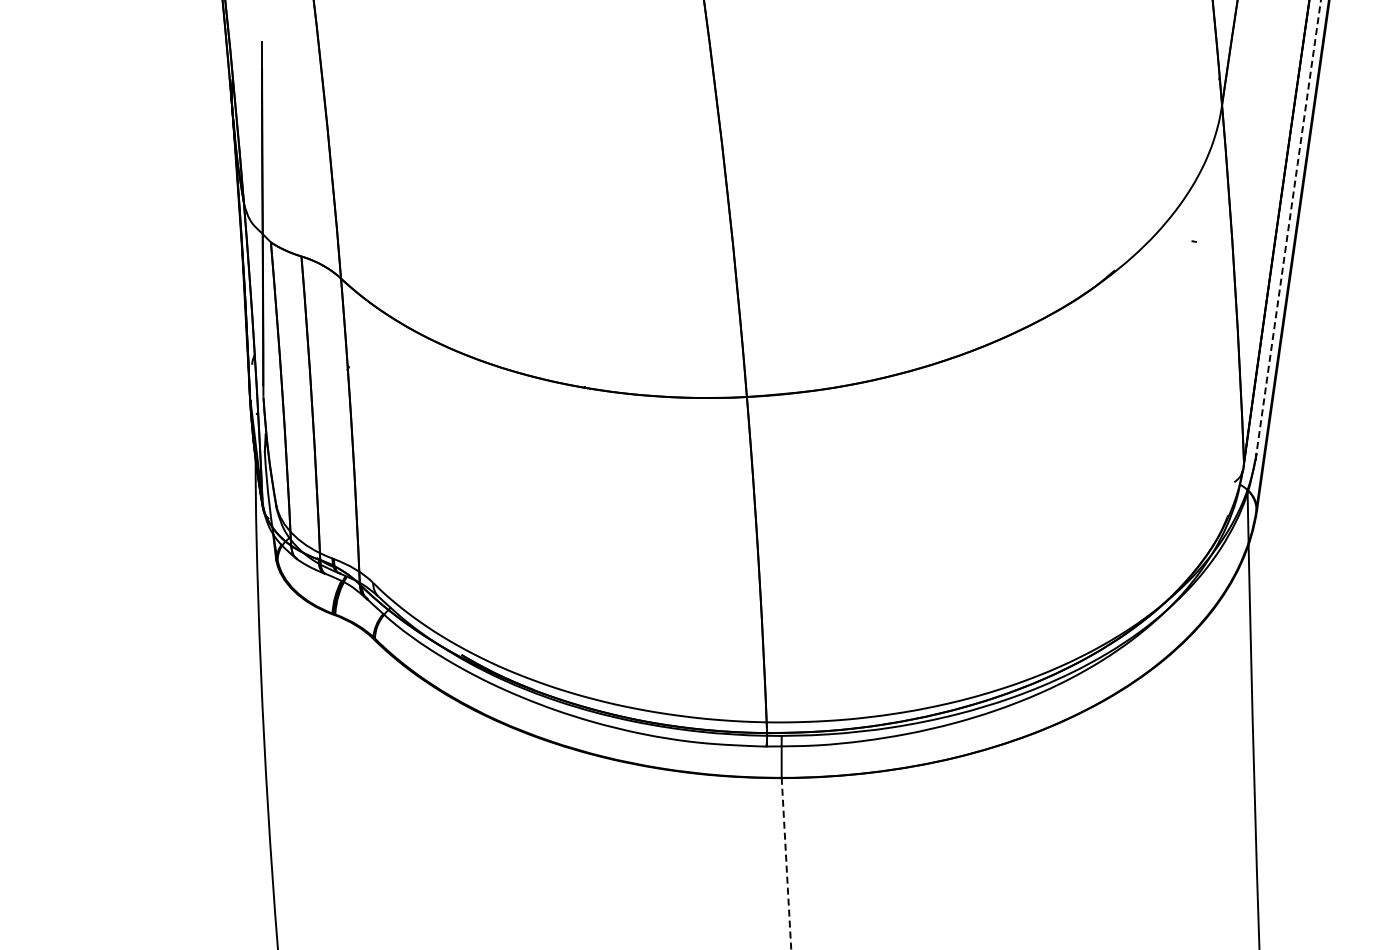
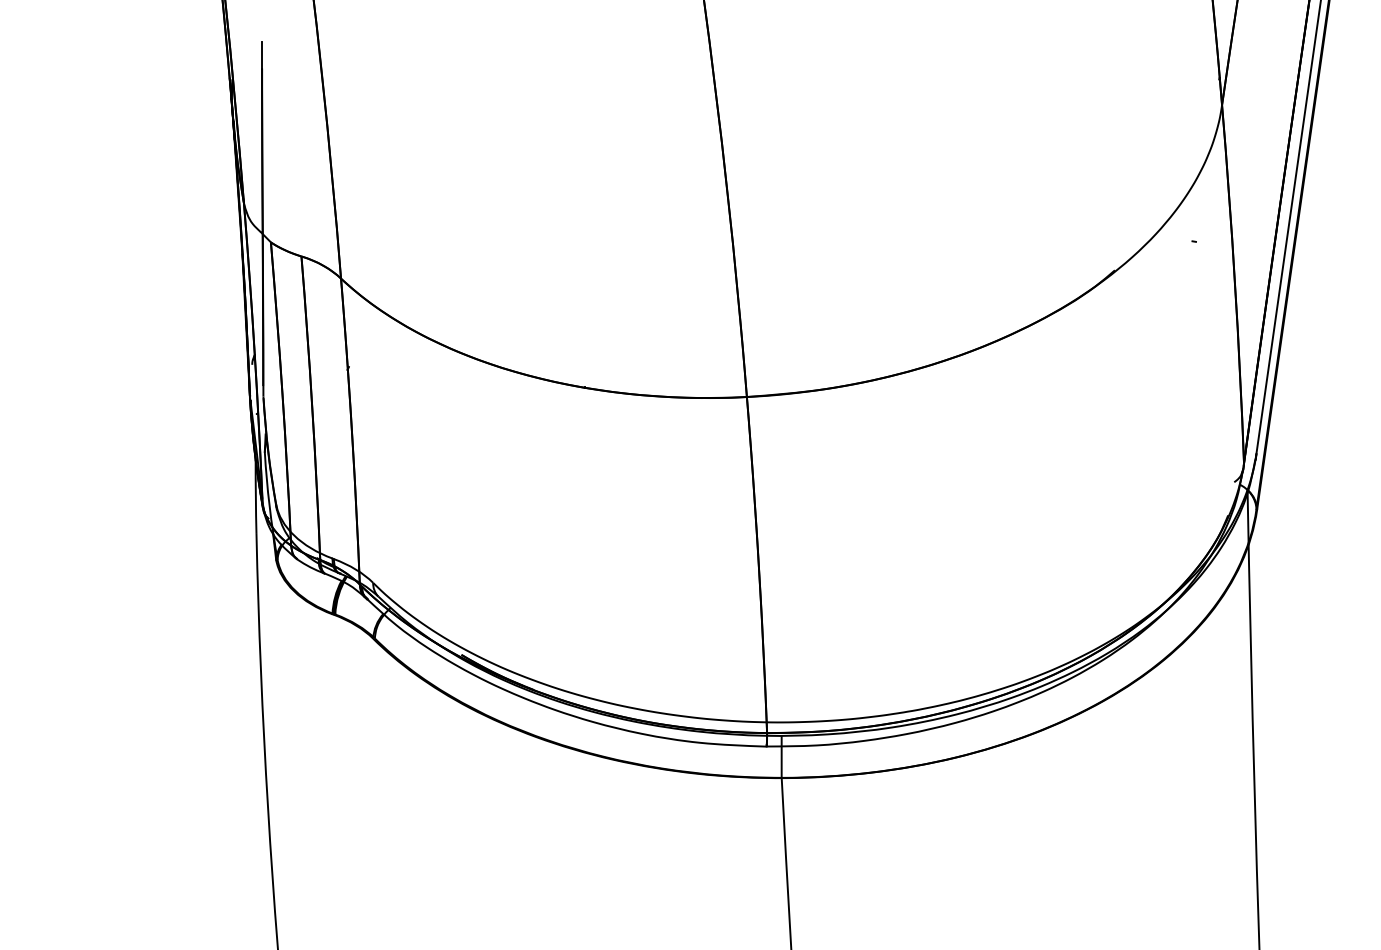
line at (1288, 226): dashed -> solid
arc at (786, 864): dashed -> solid
